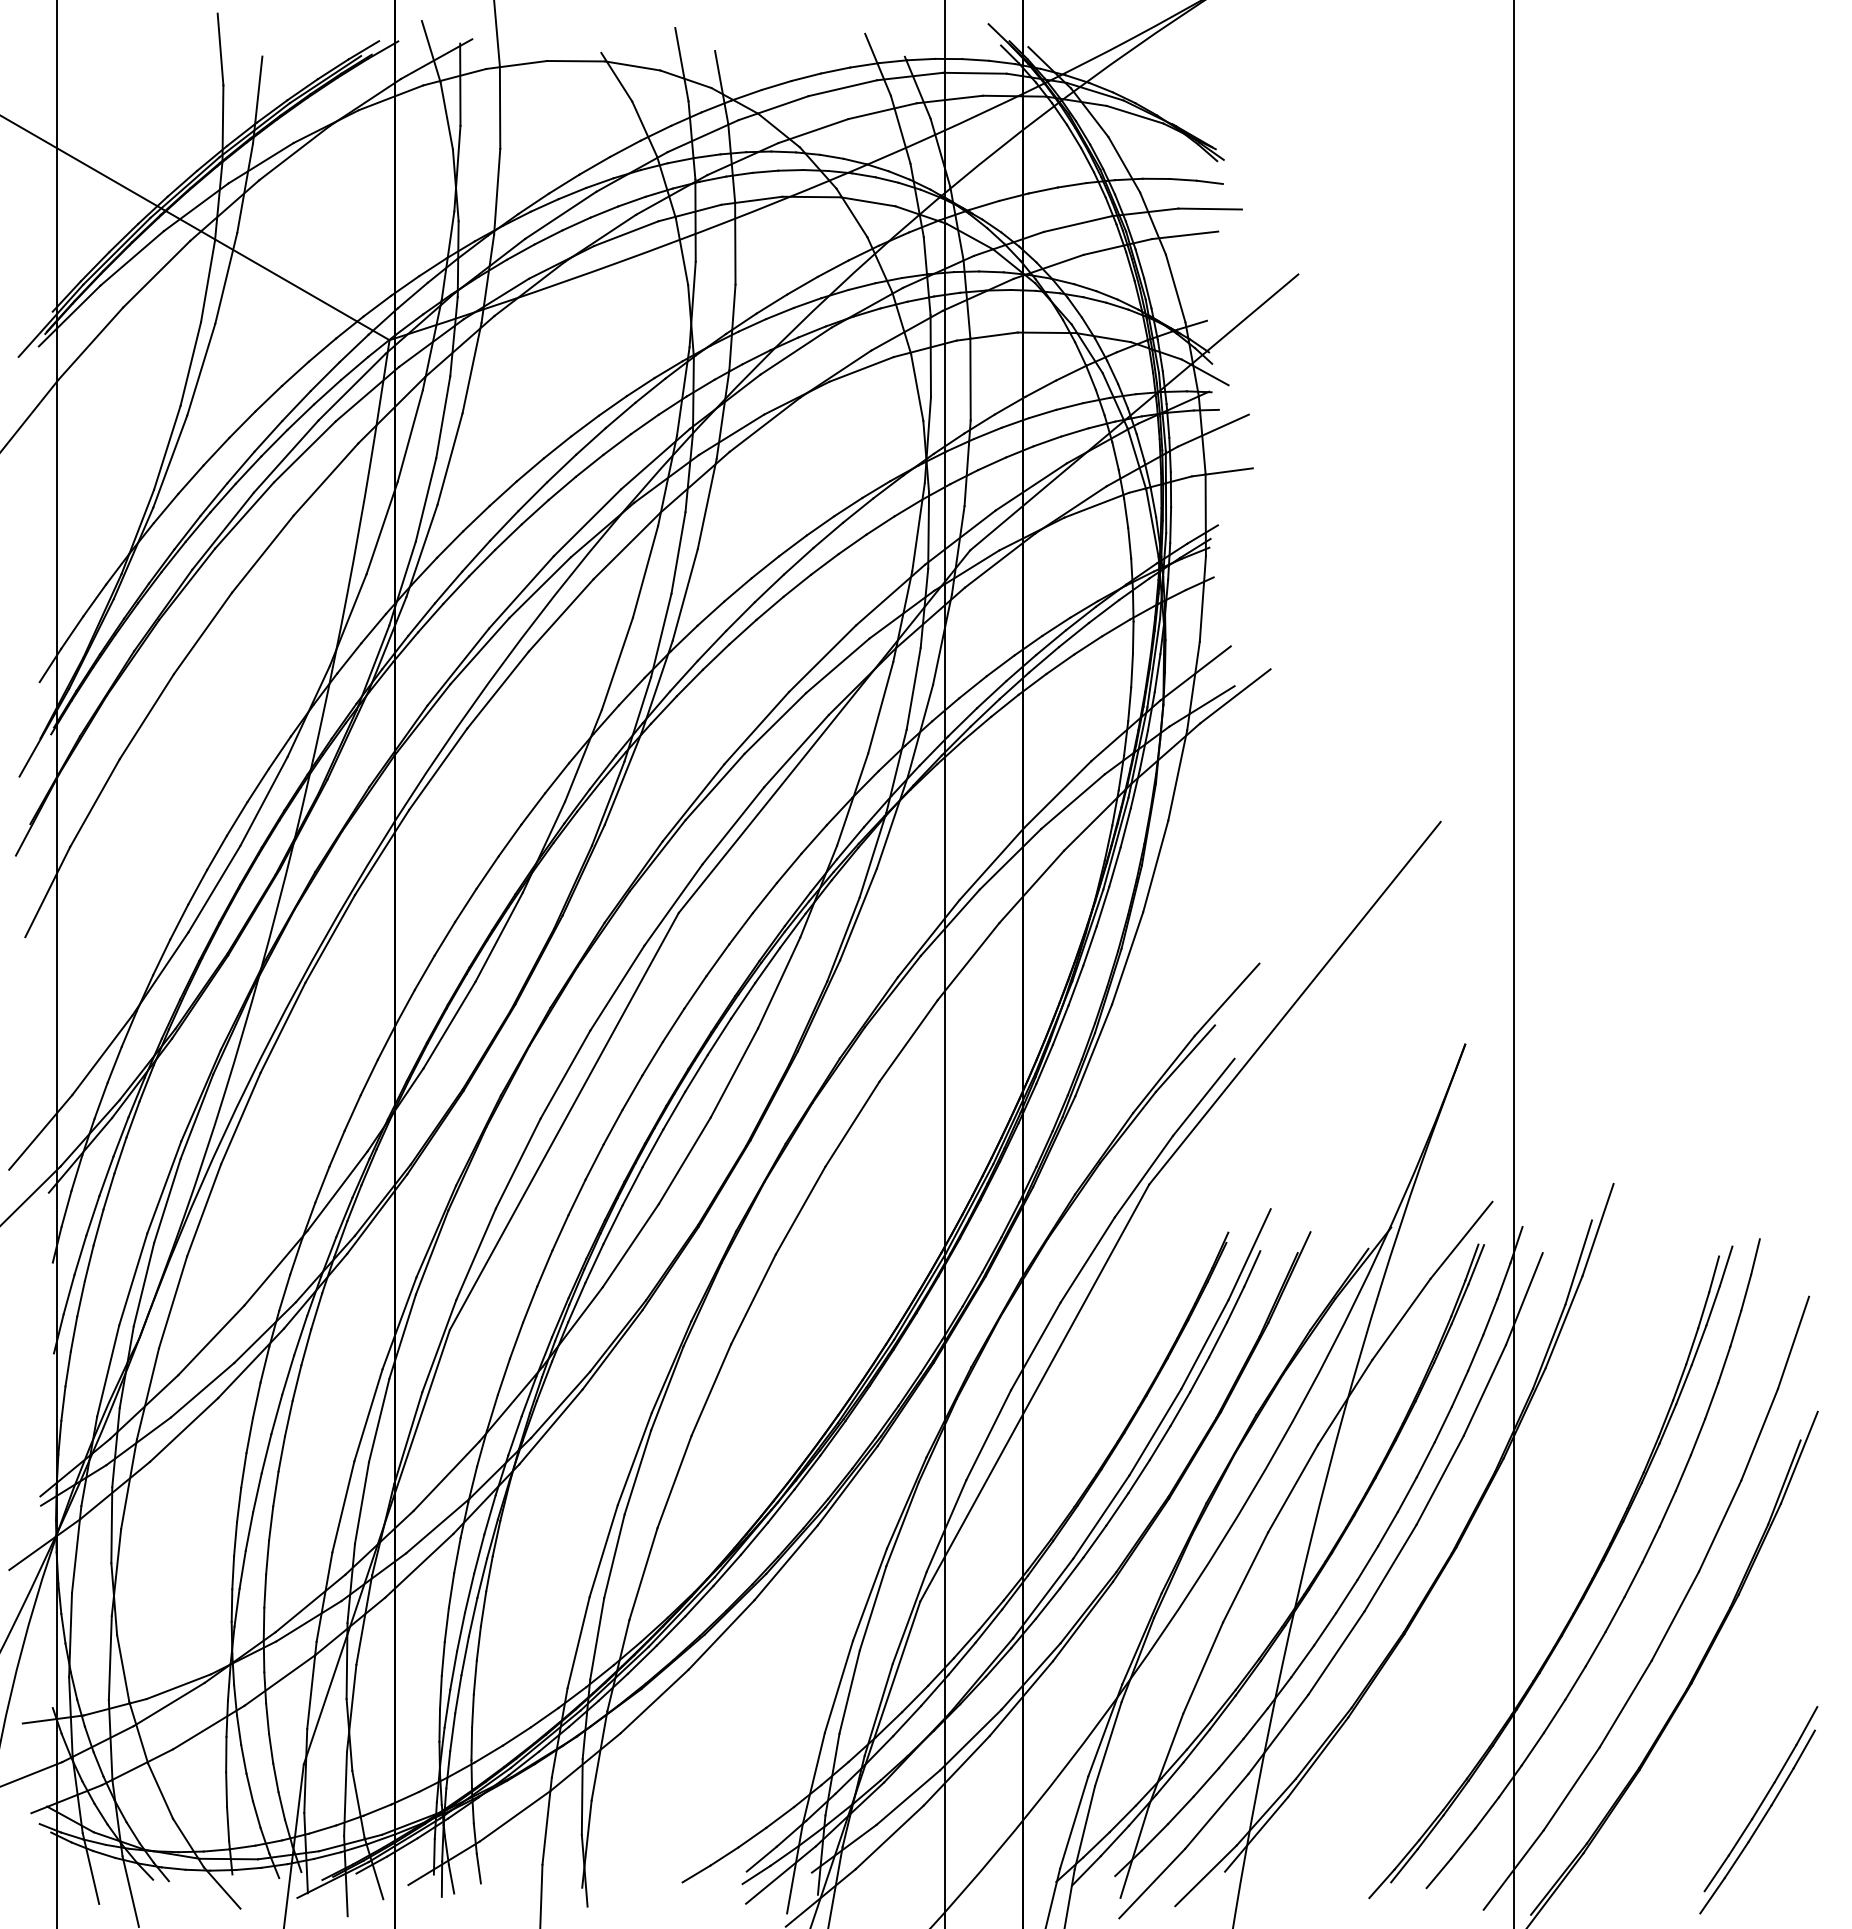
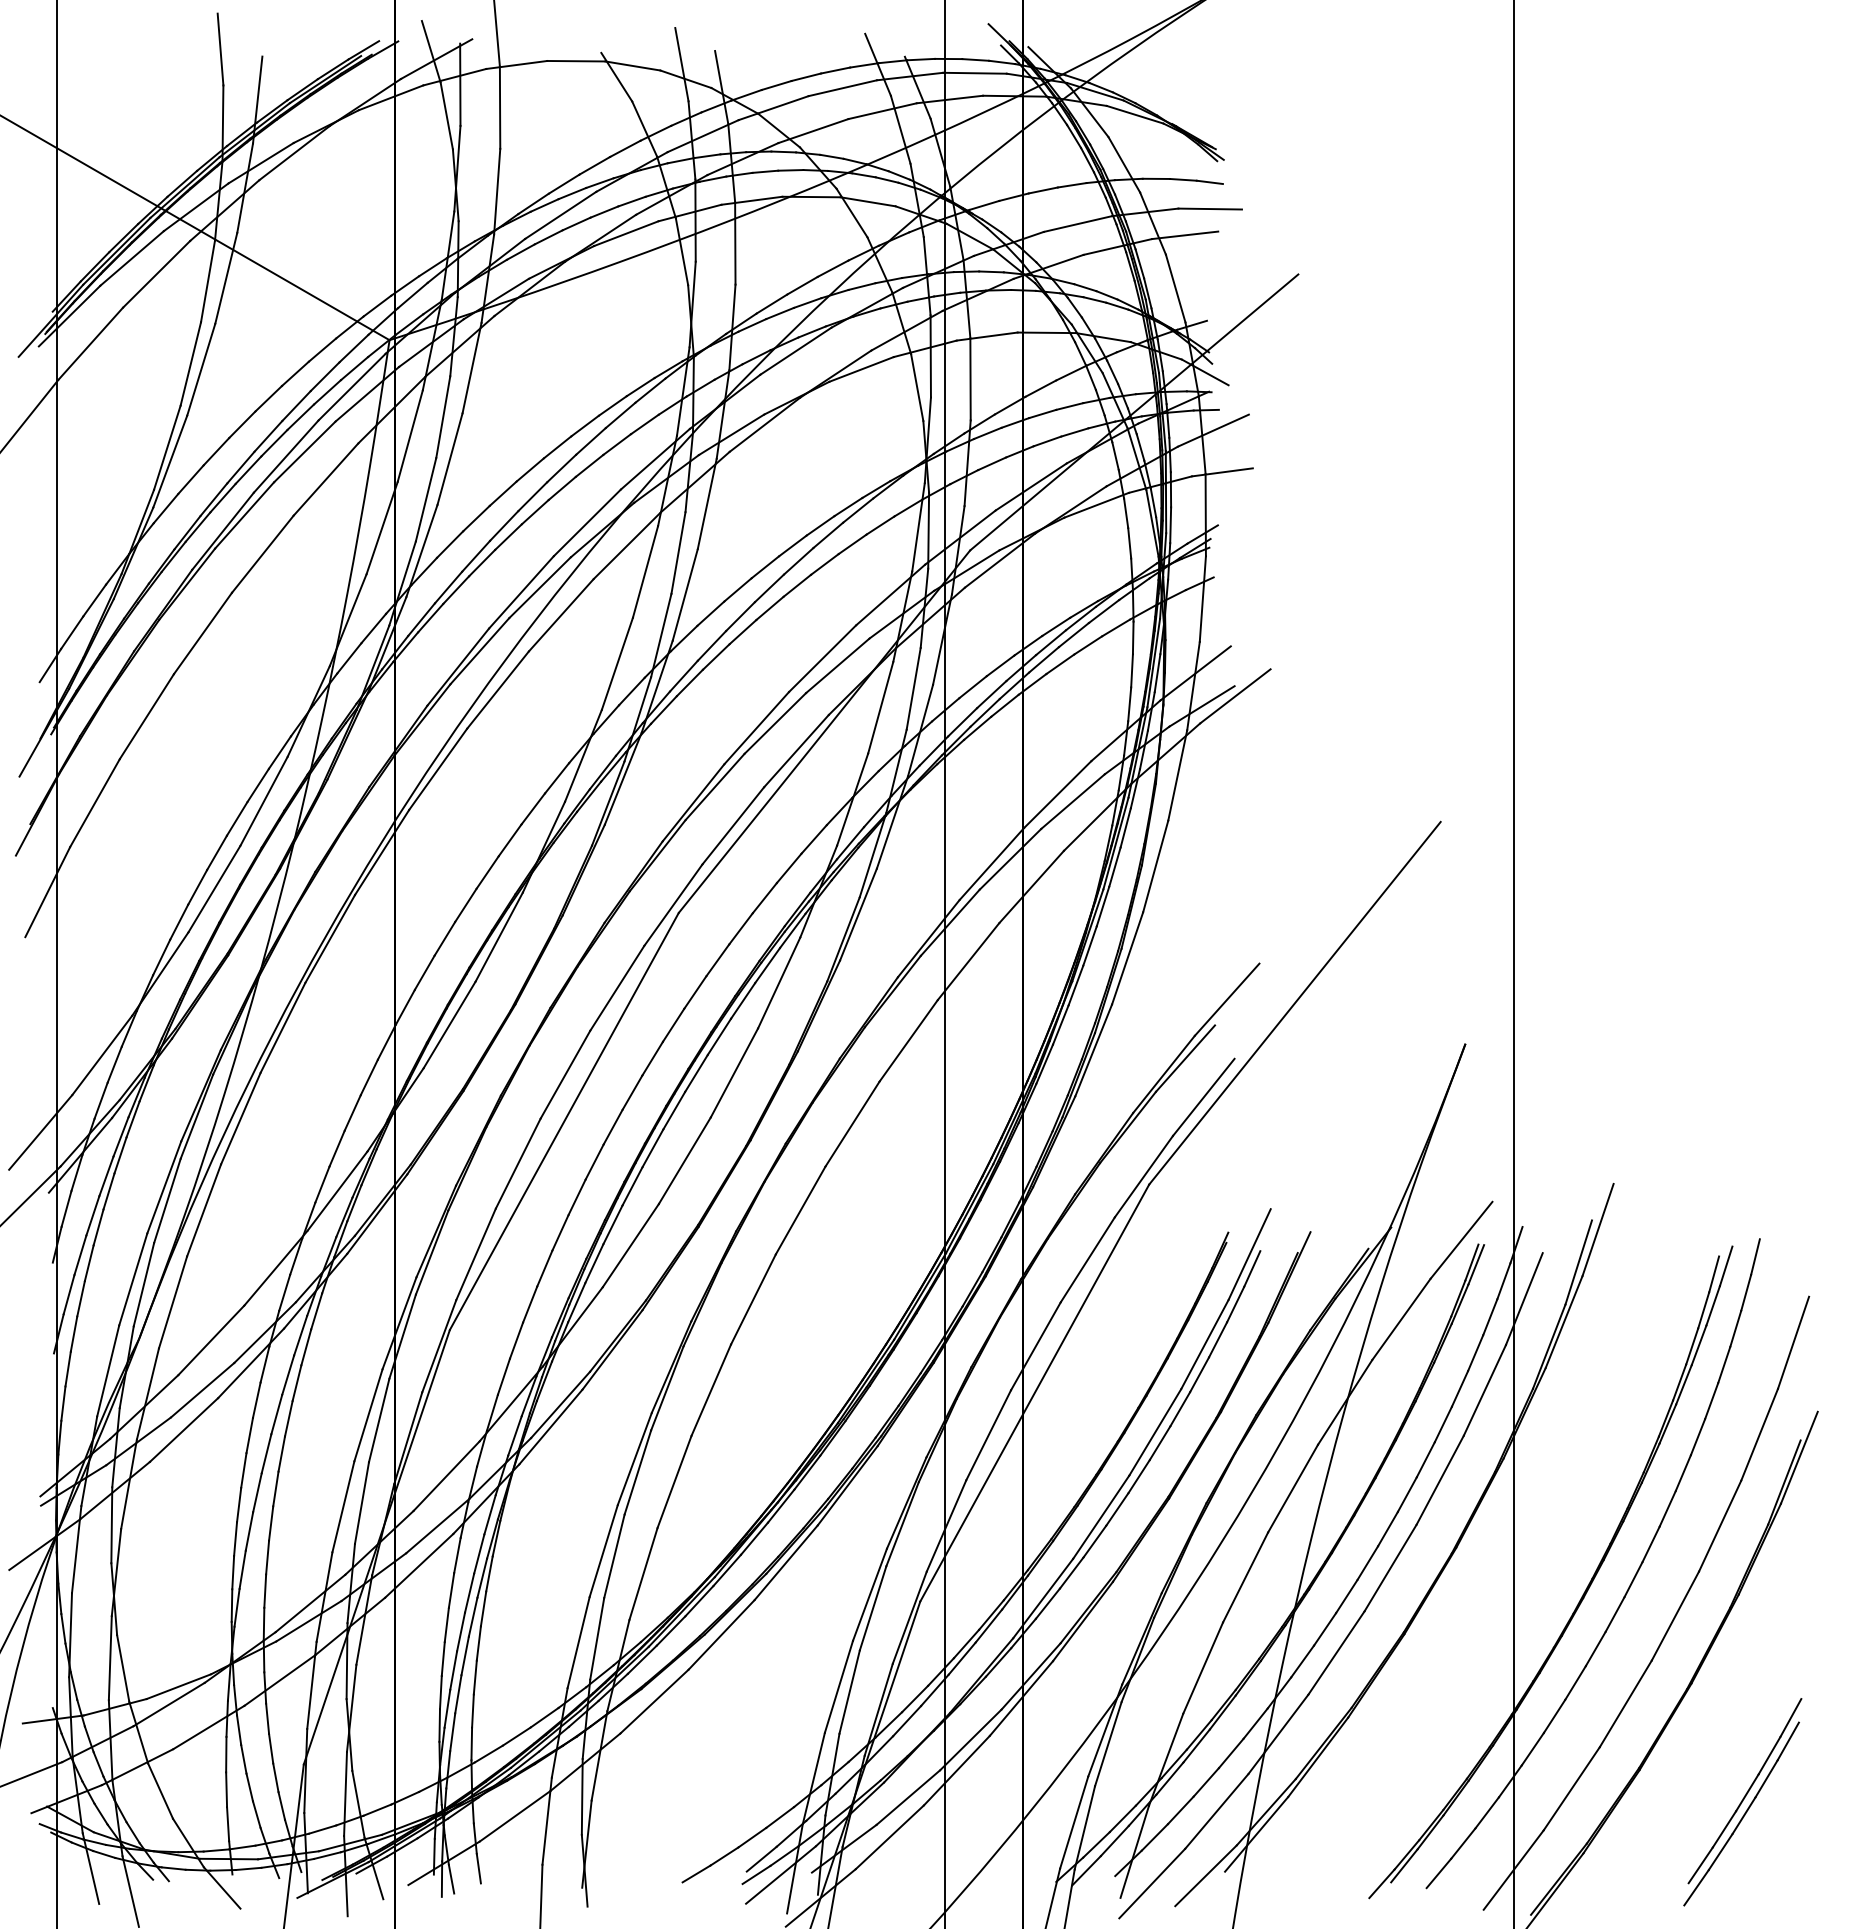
part at (1758, 1810) position: (1758, 1810) -> (1742, 1802)
